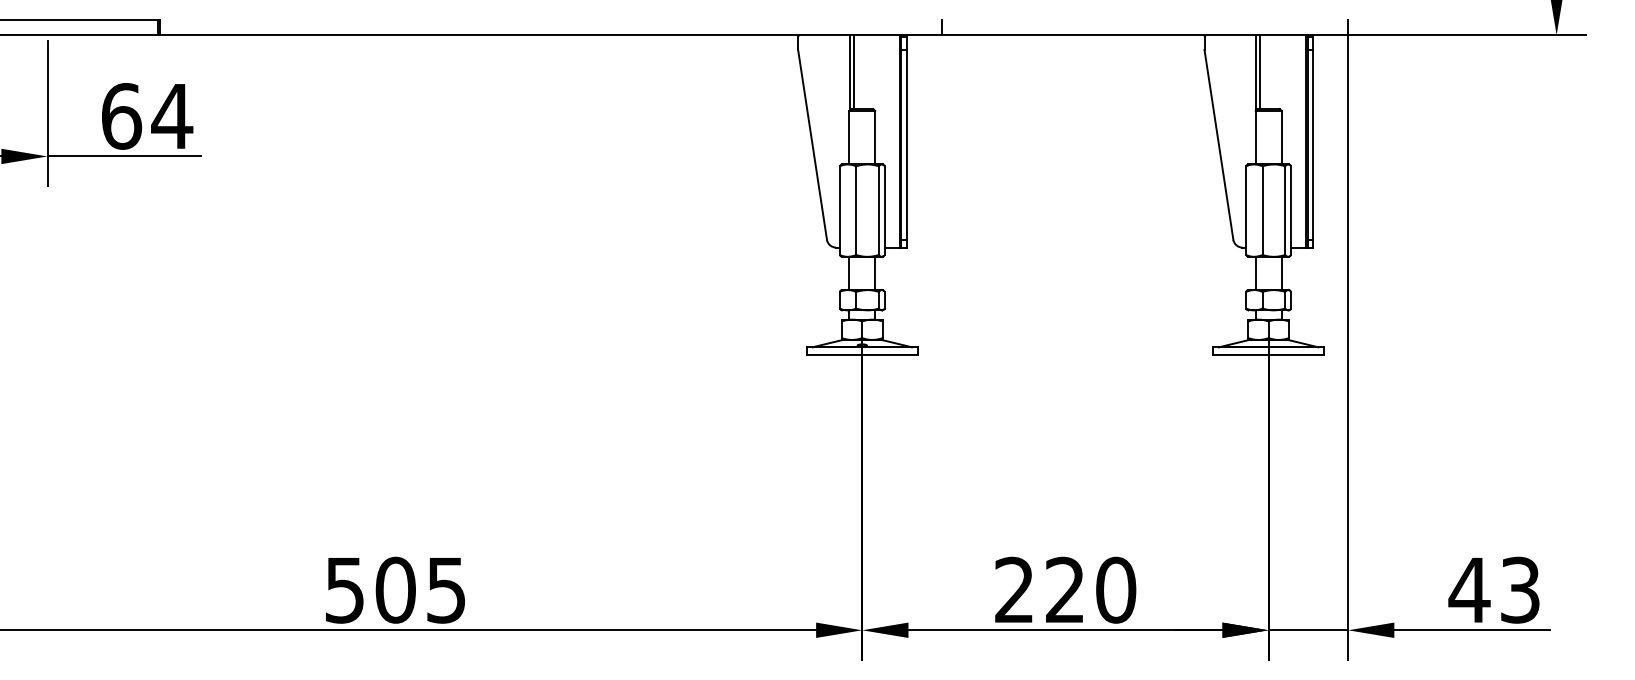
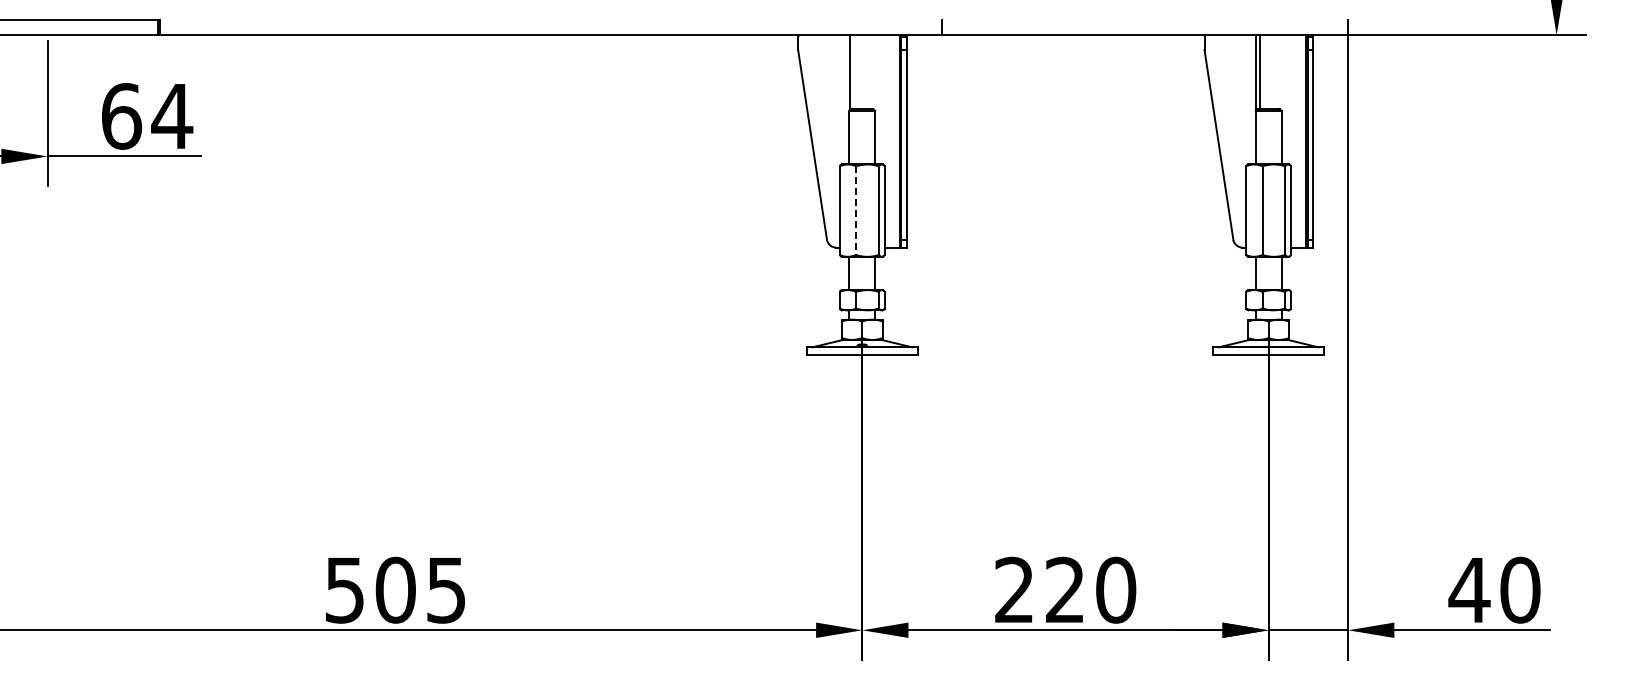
line at (853, 72): present -> none
line at (856, 211): solid -> dashed
text at (1520, 589): 43 -> 40
